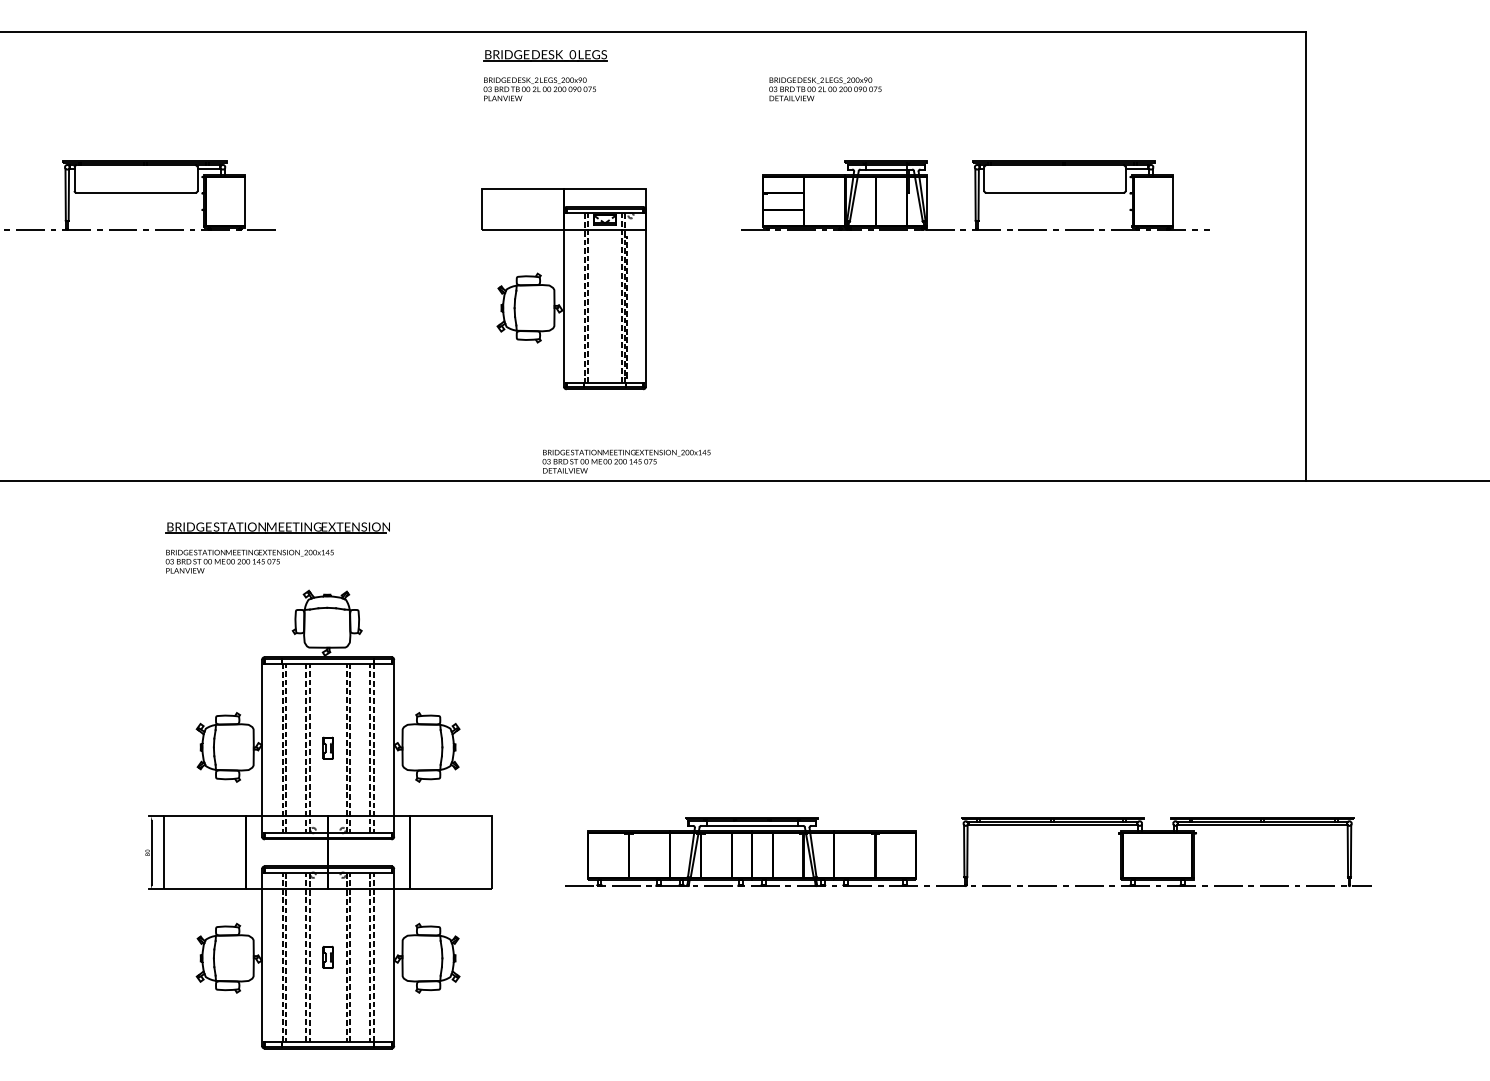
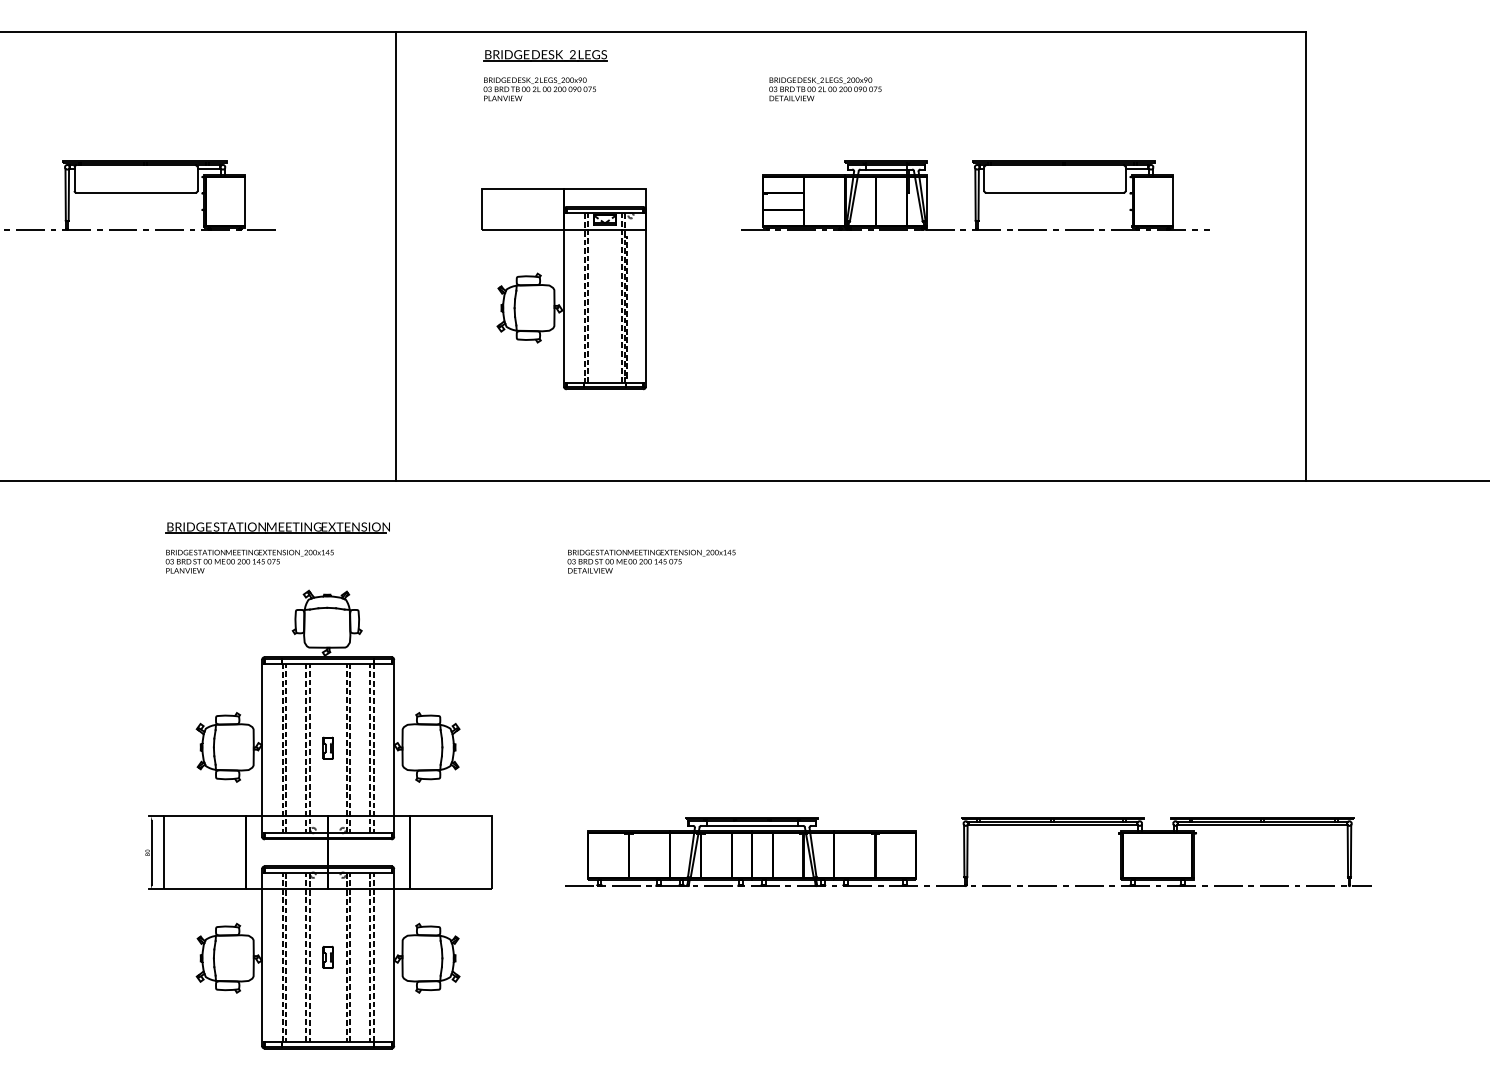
text at (572, 55): DESK_0 -> DESK_2
line at (396, 256): none -> present
text at (626, 461) position: (626, 461) -> (651, 561)
